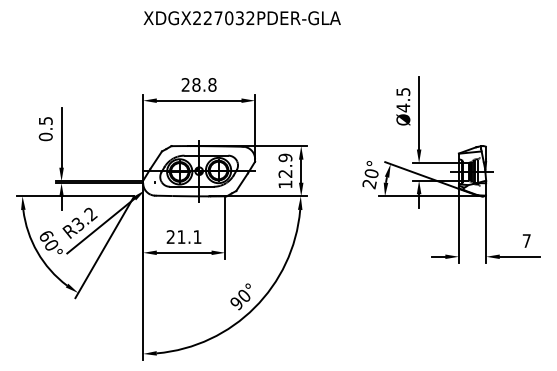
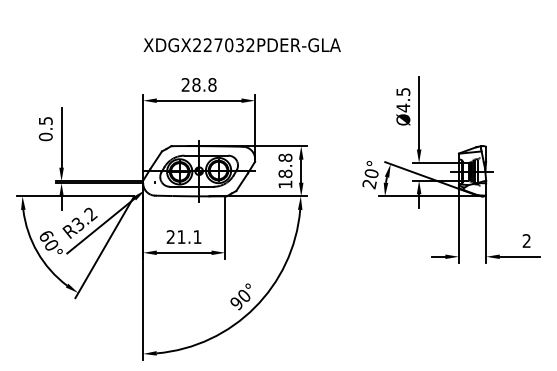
text at (241, 18) position: (241, 18) -> (241, 45)
text at (285, 165): 12.9 -> 18.8
text at (526, 240): 7 -> 2
